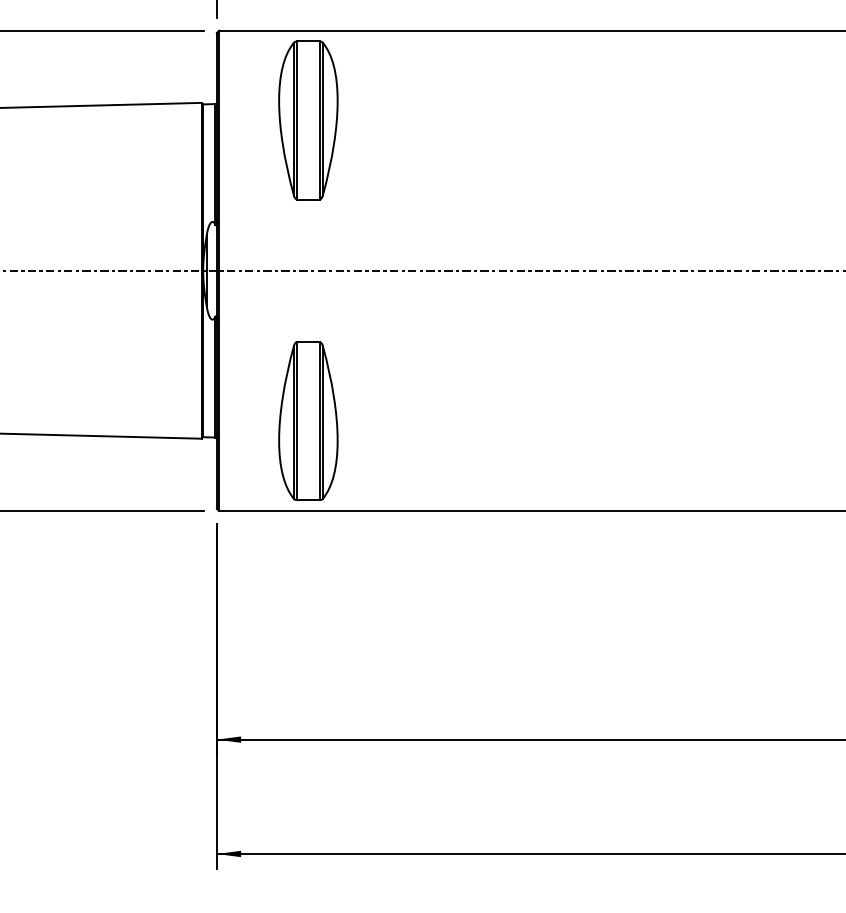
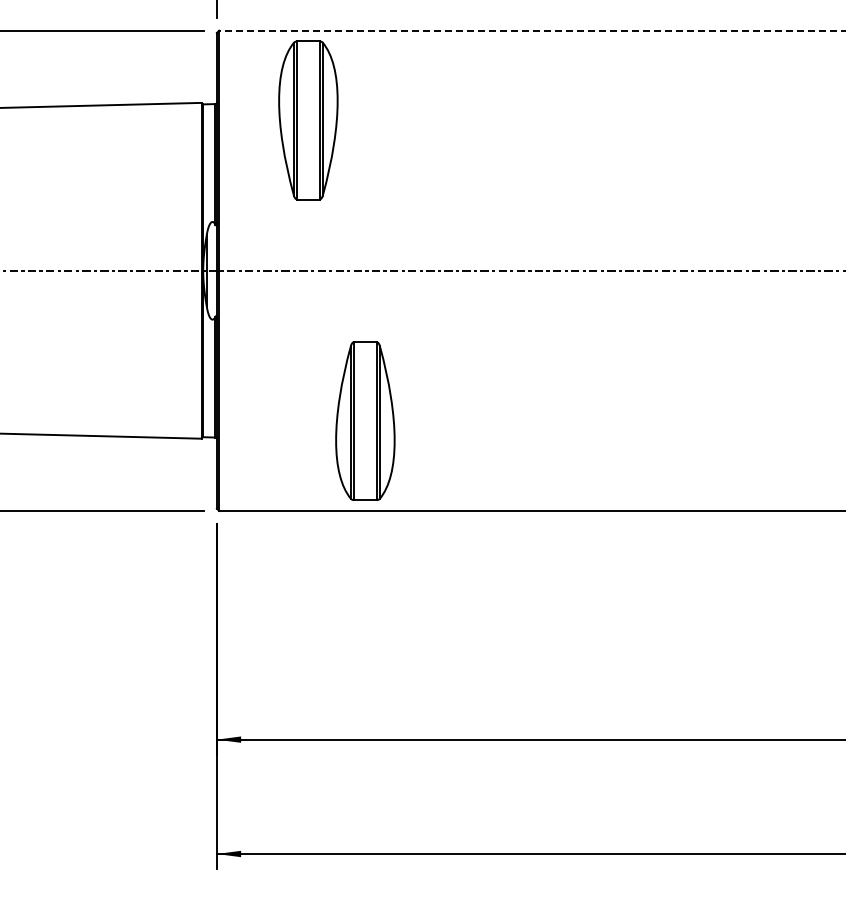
line at (532, 30): solid -> dashed
part at (308, 420) position: (308, 420) -> (365, 420)
